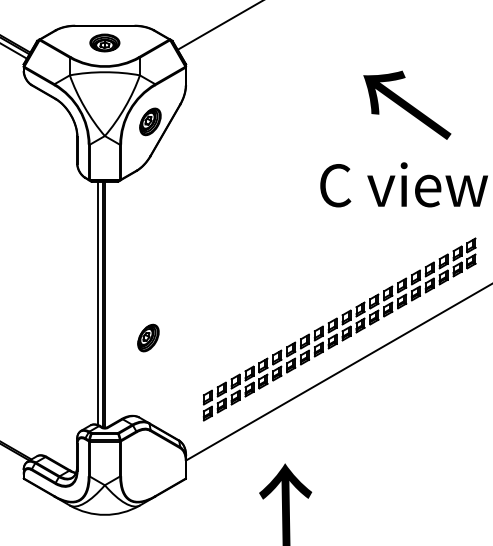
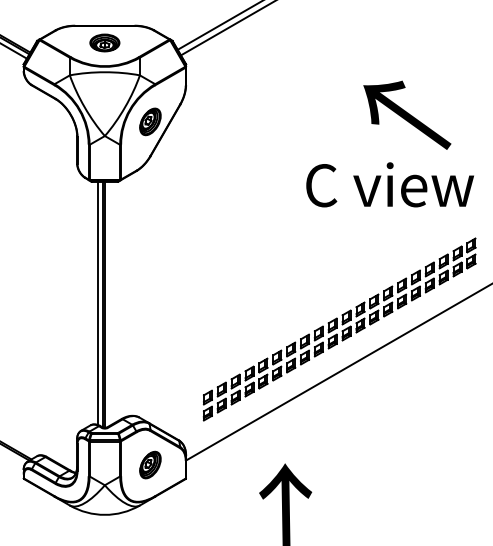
line at (226, 28): none -> present
text at (407, 104) position: (407, 104) -> (407, 114)
text at (403, 184) position: (403, 184) -> (389, 184)
part at (148, 337) position: (148, 337) -> (150, 464)
